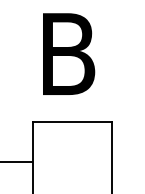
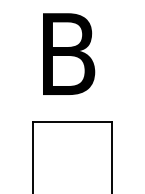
line at (17, 161): present -> none
